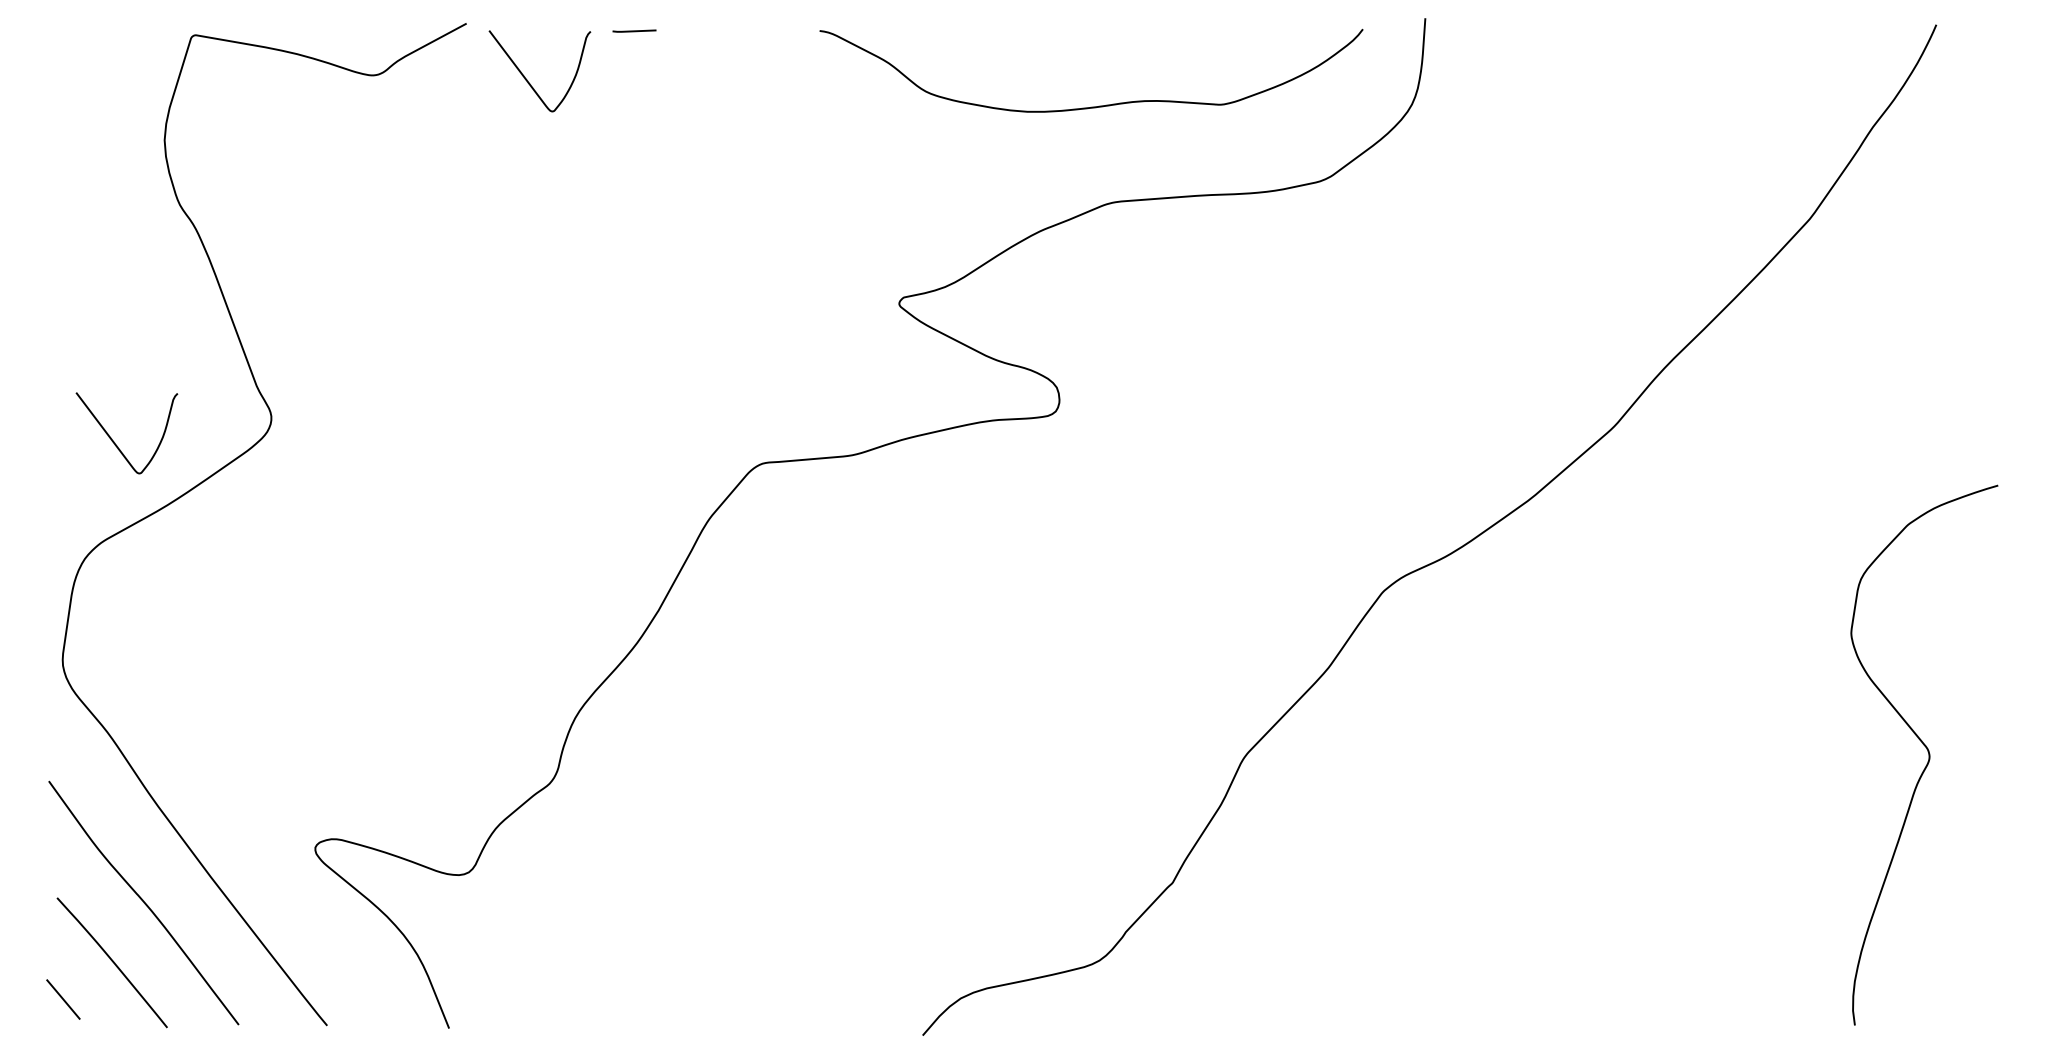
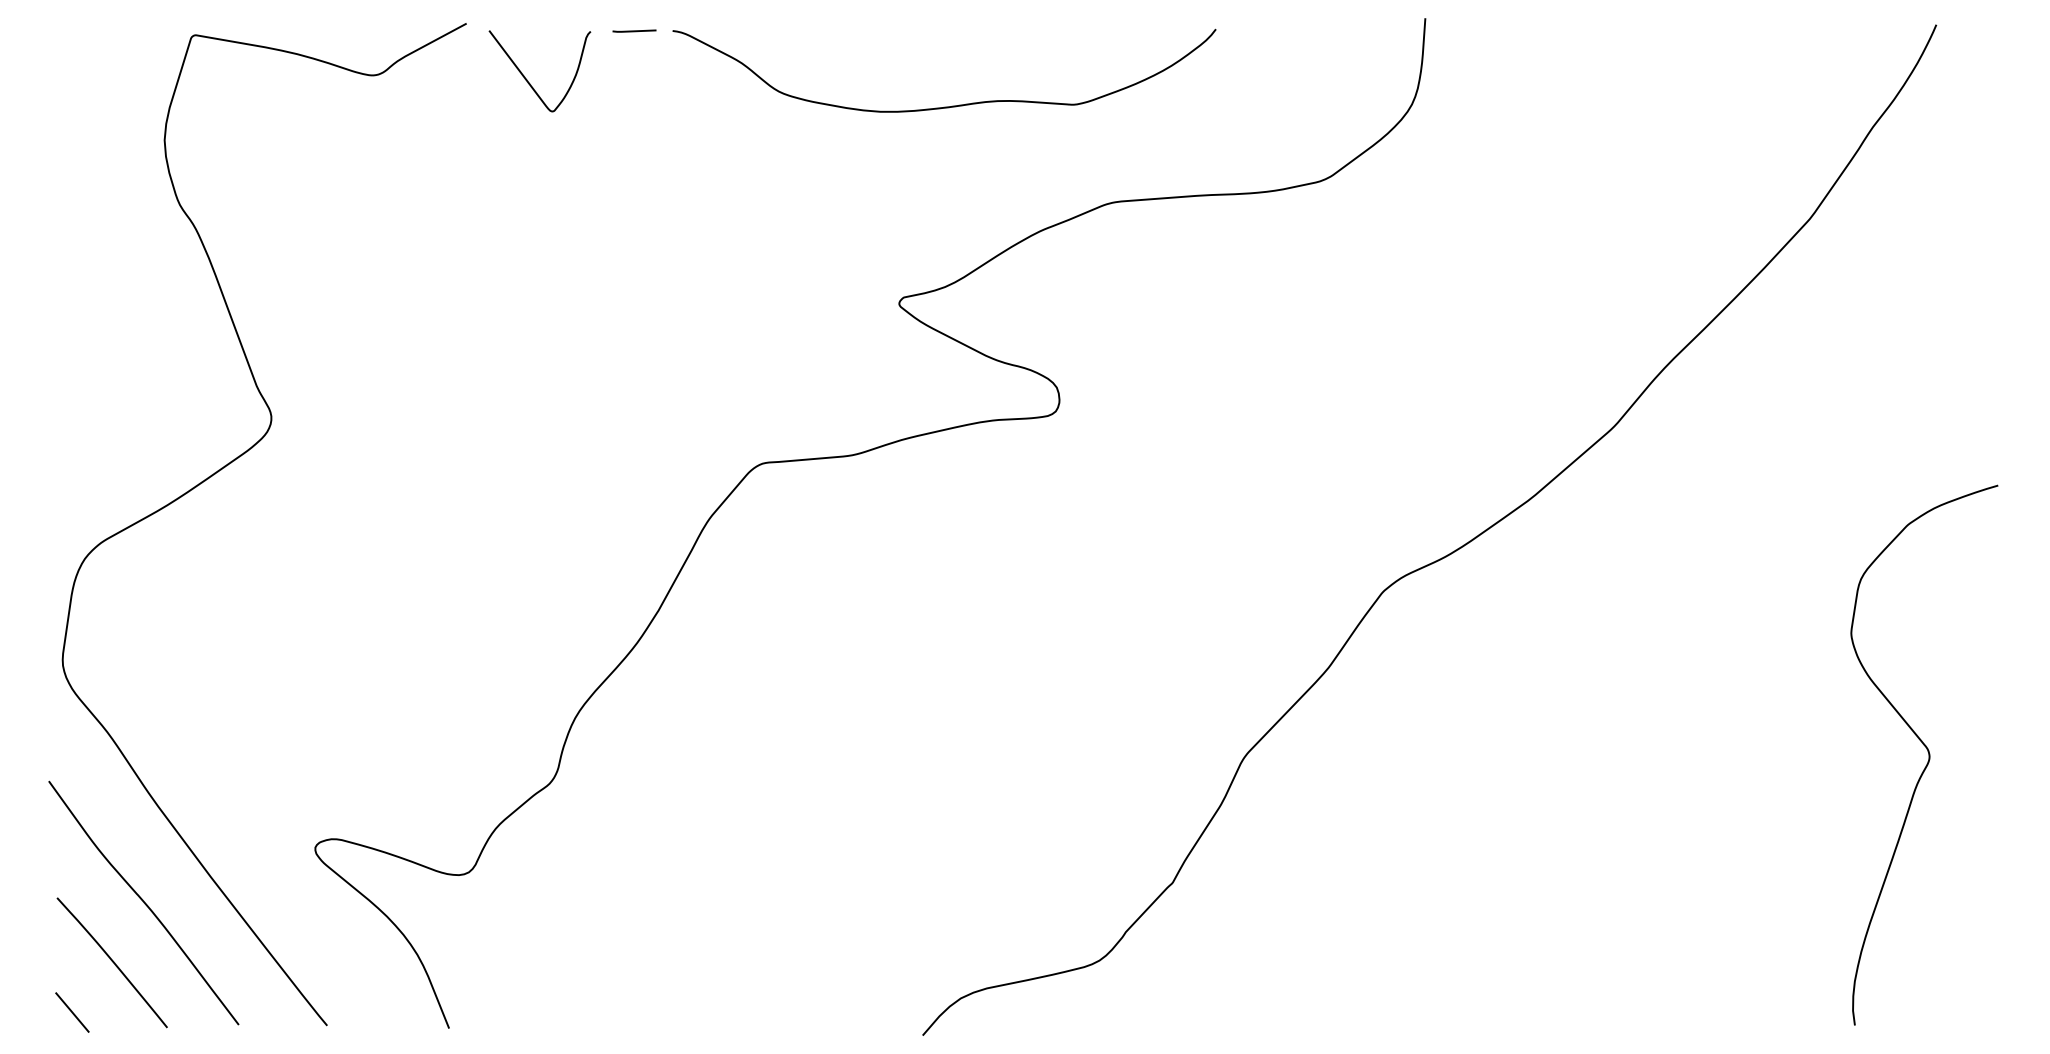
curve at (1099, 105) position: (1099, 105) -> (952, 105)
curve at (114, 441): present -> none
line at (63, 999) position: (63, 999) -> (72, 1012)
